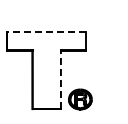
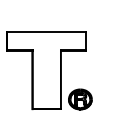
line at (46, 32): dashed -> solid
line at (60, 79): dashed -> solid
